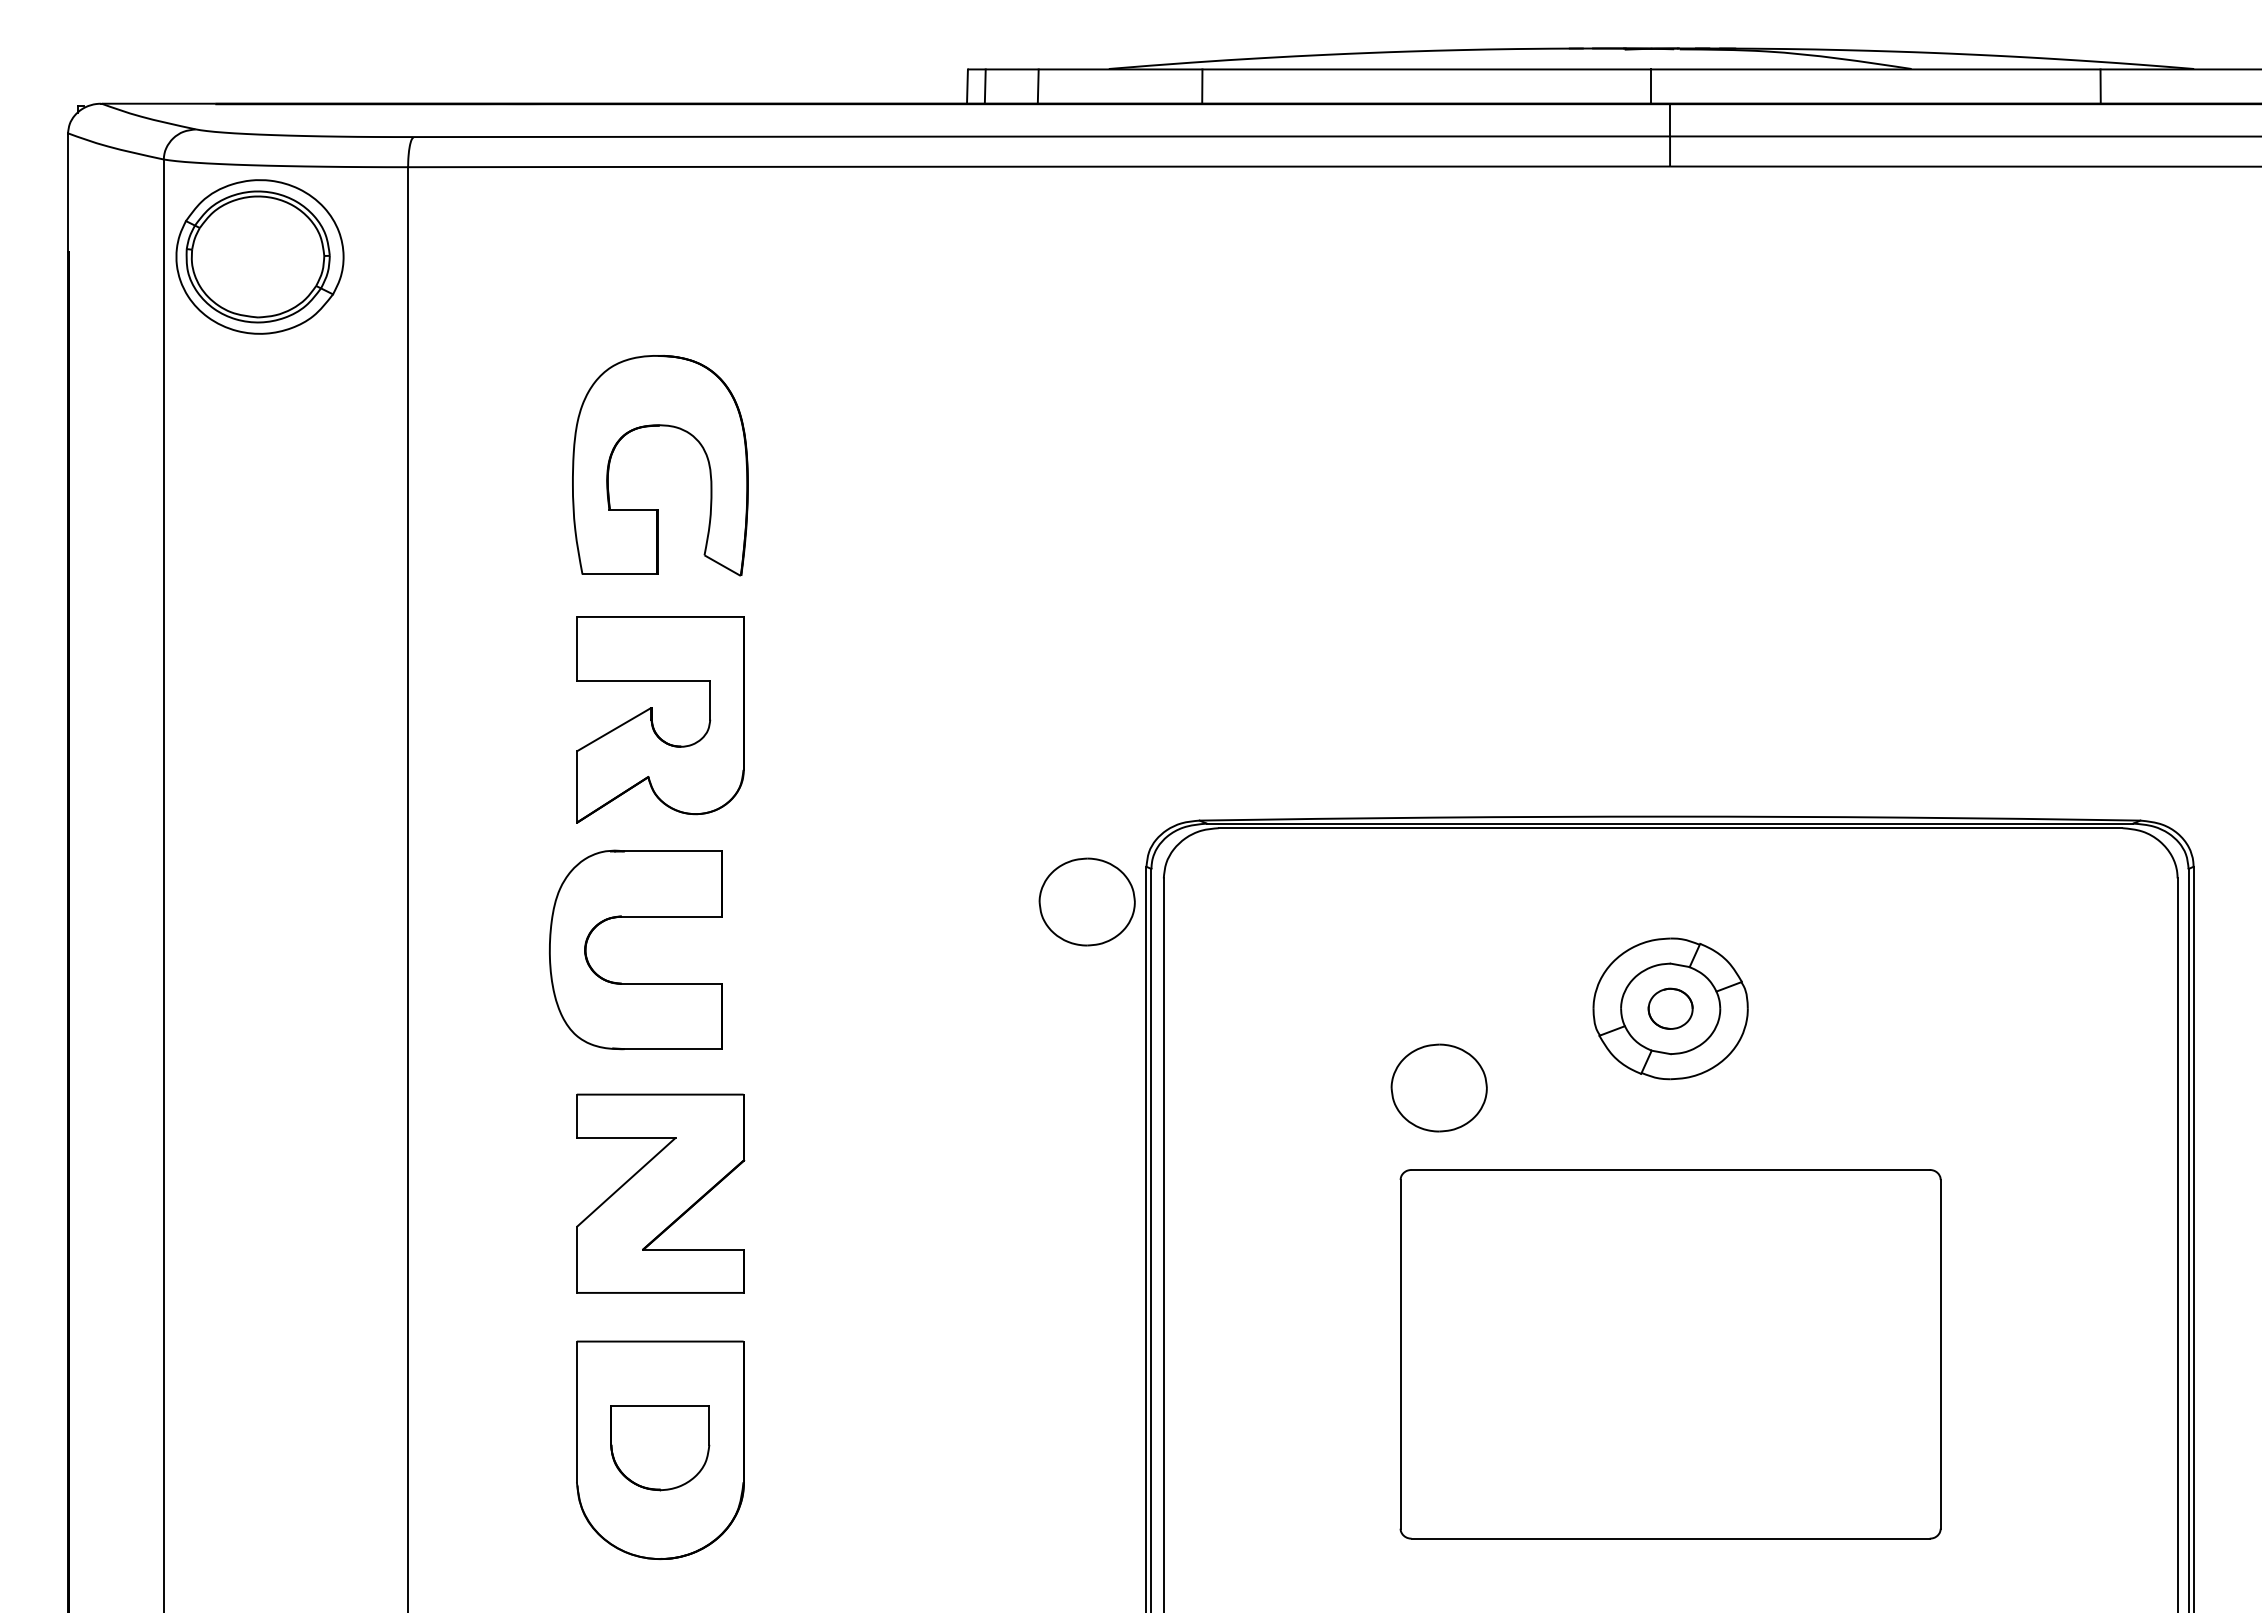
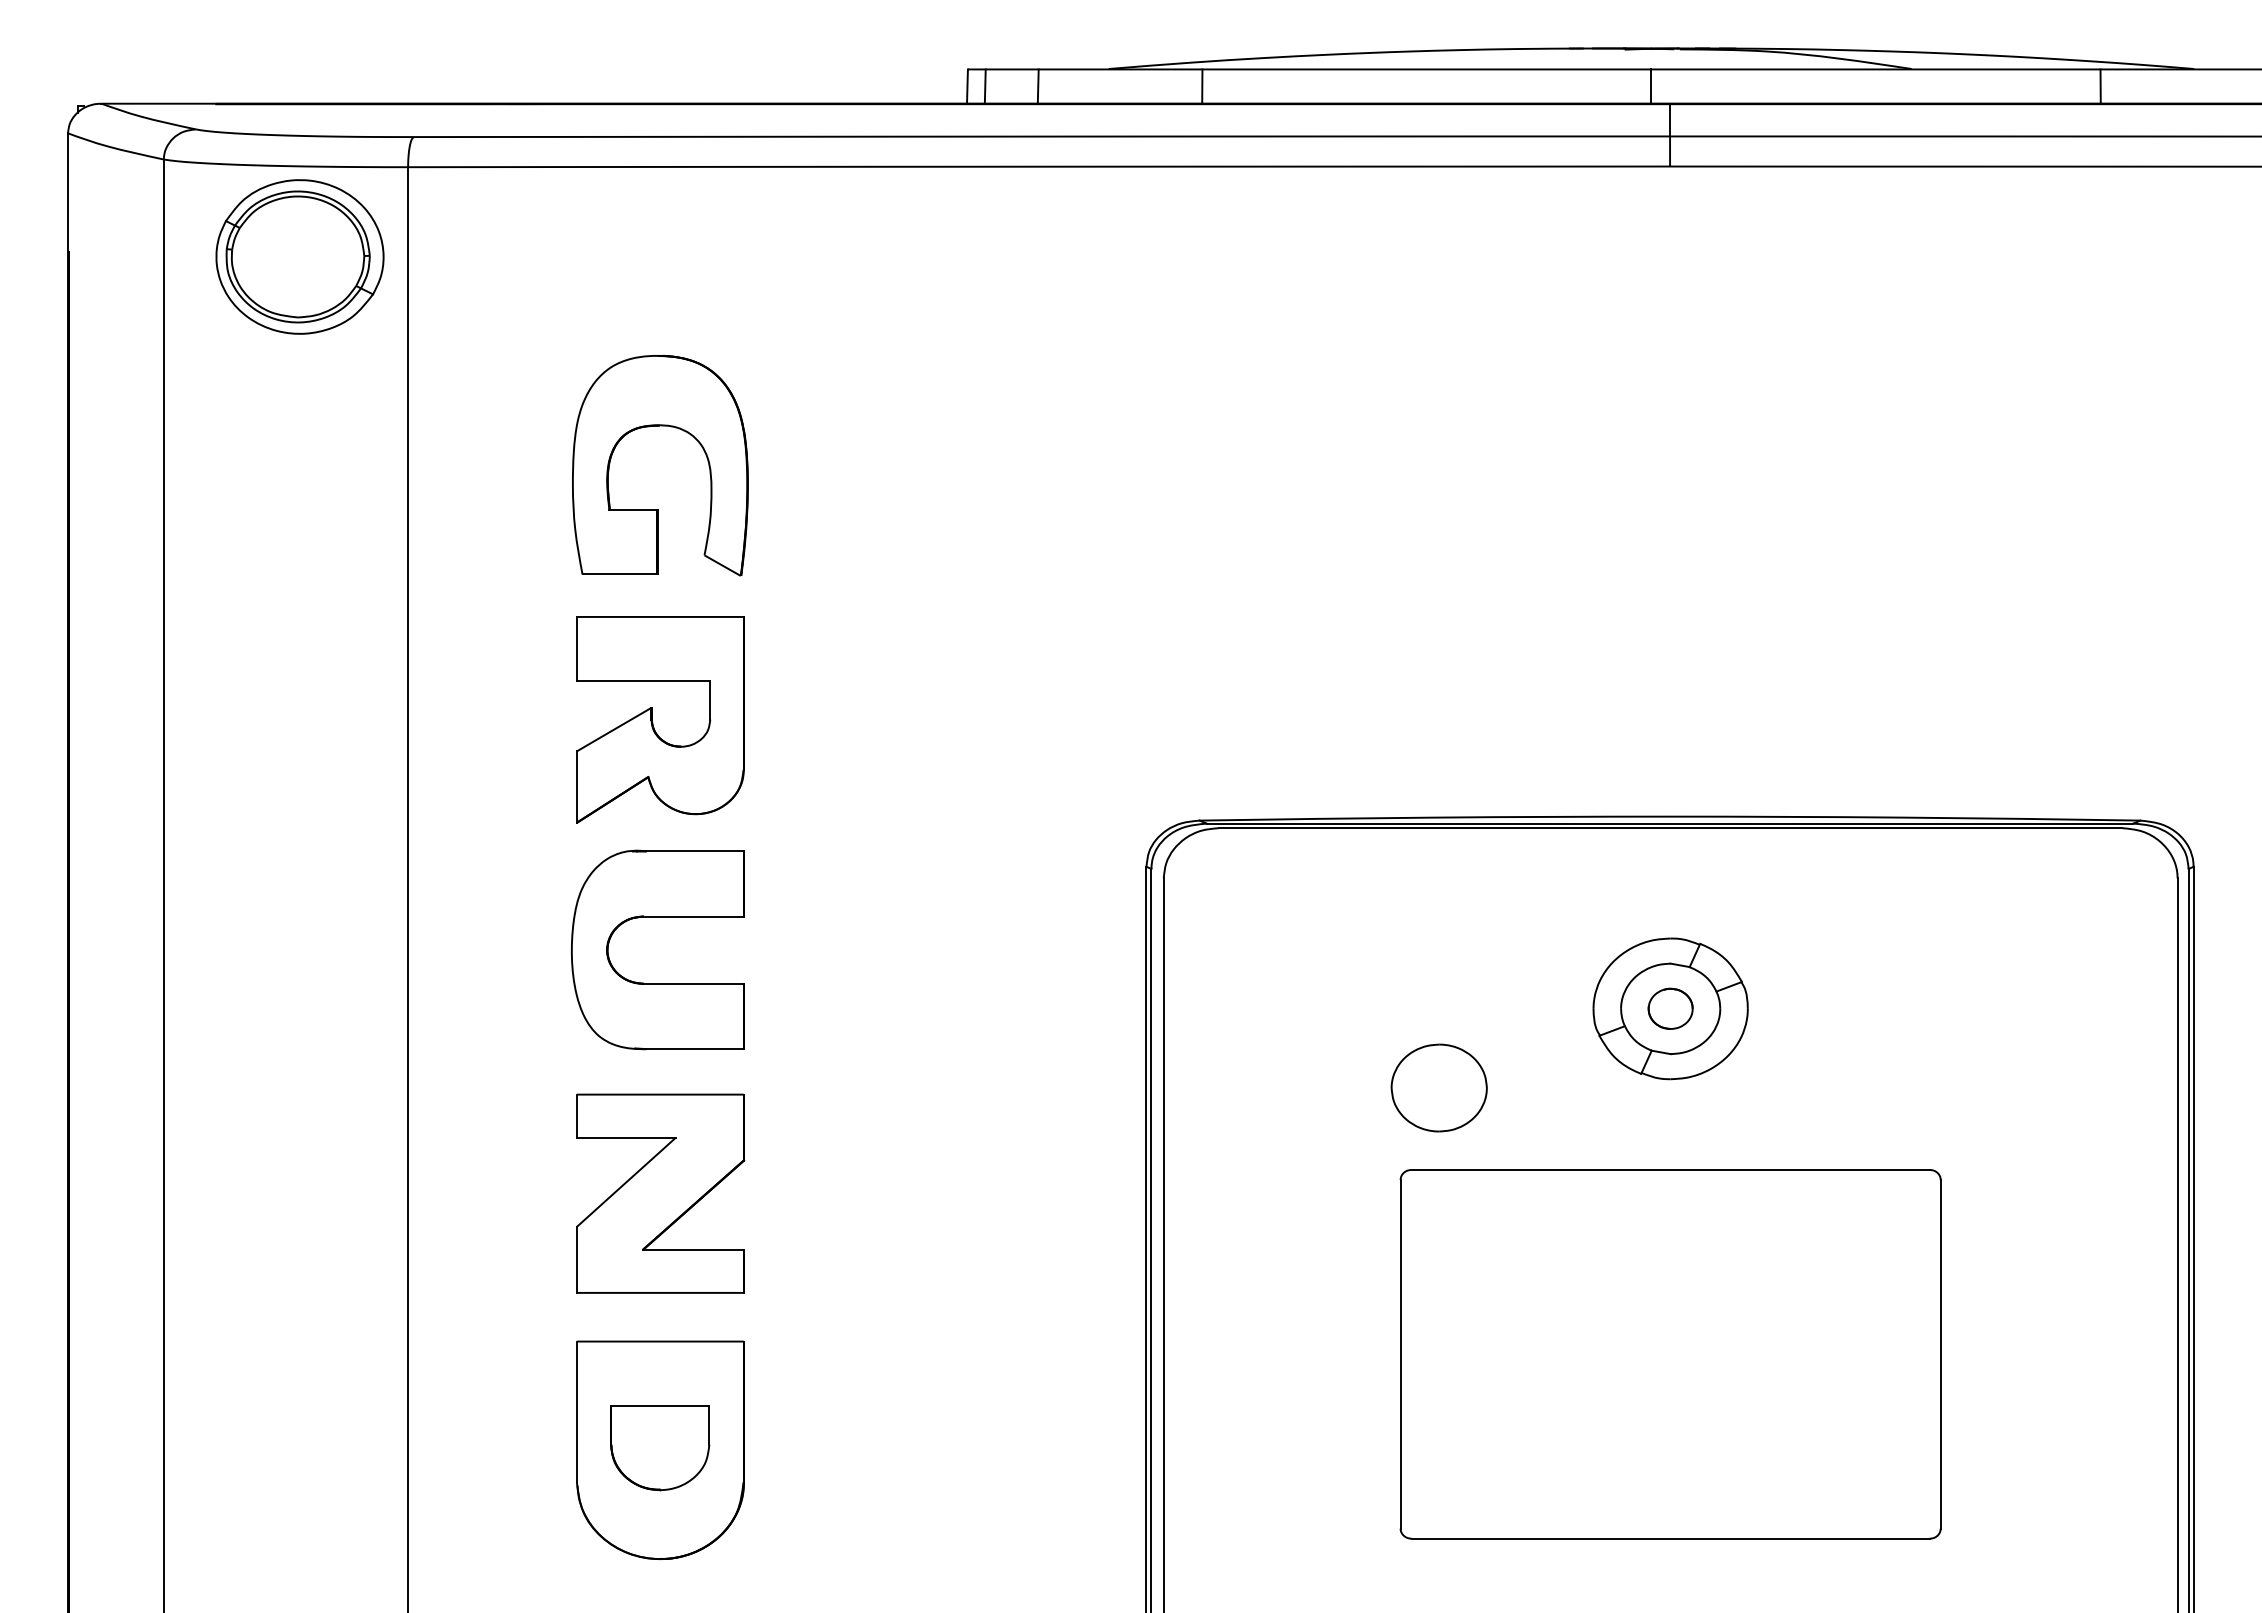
part at (259, 256) position: (259, 256) -> (299, 256)
part at (1086, 901): present -> none
part at (635, 917) position: (635, 917) -> (657, 917)
